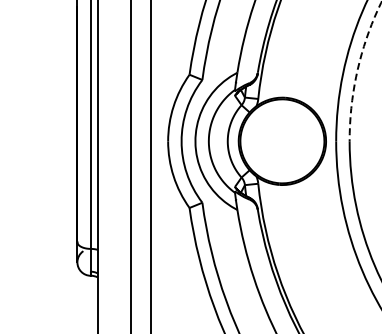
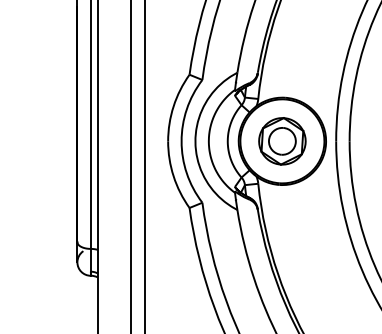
arc at (357, 69): dashed -> solid
part at (282, 141): none -> present
line at (150, 166) position: (150, 166) -> (144, 166)
